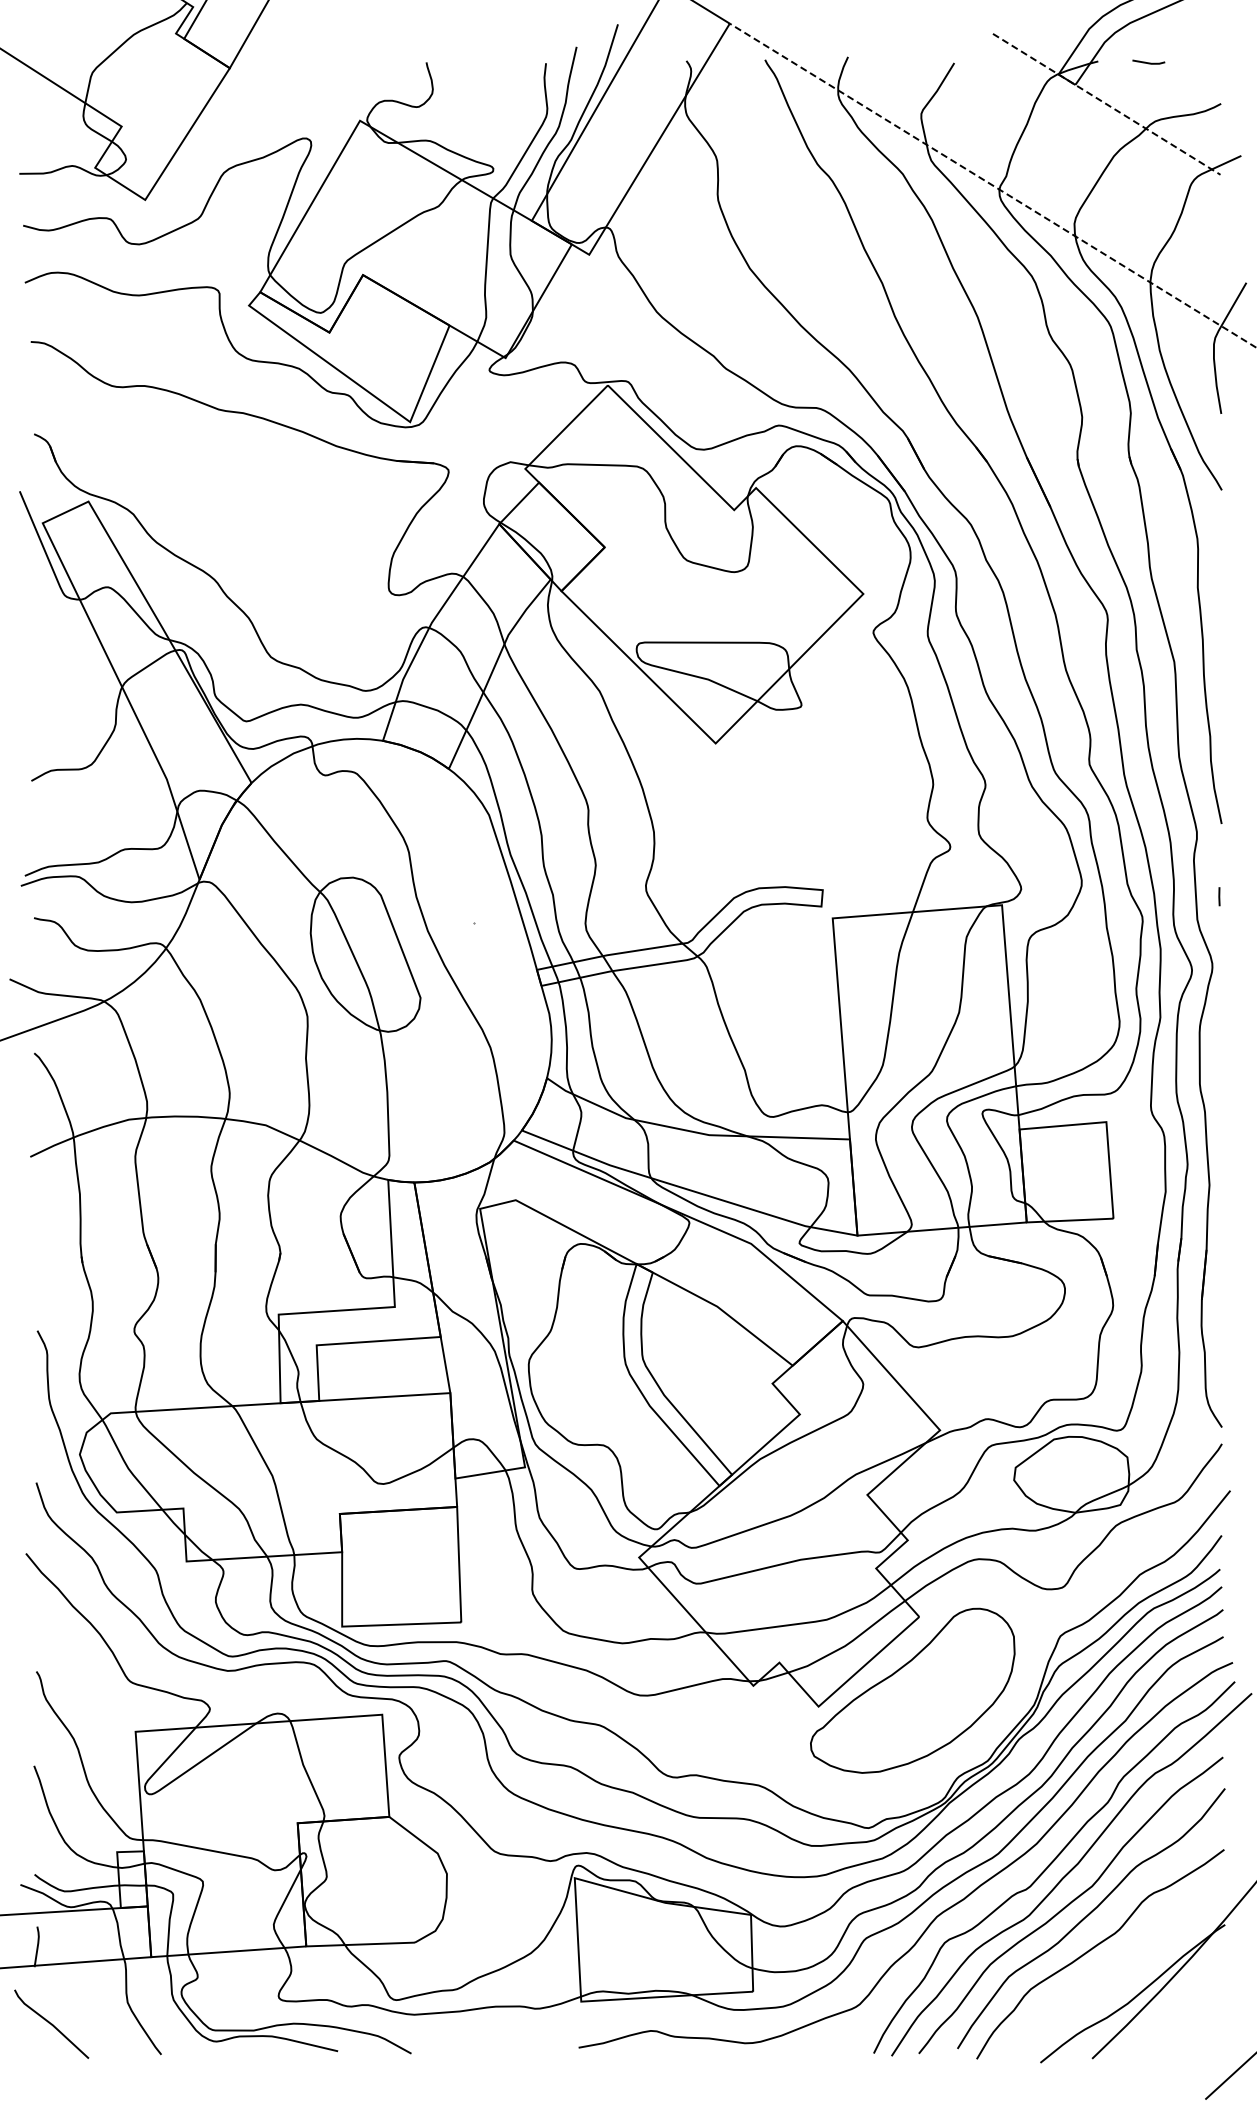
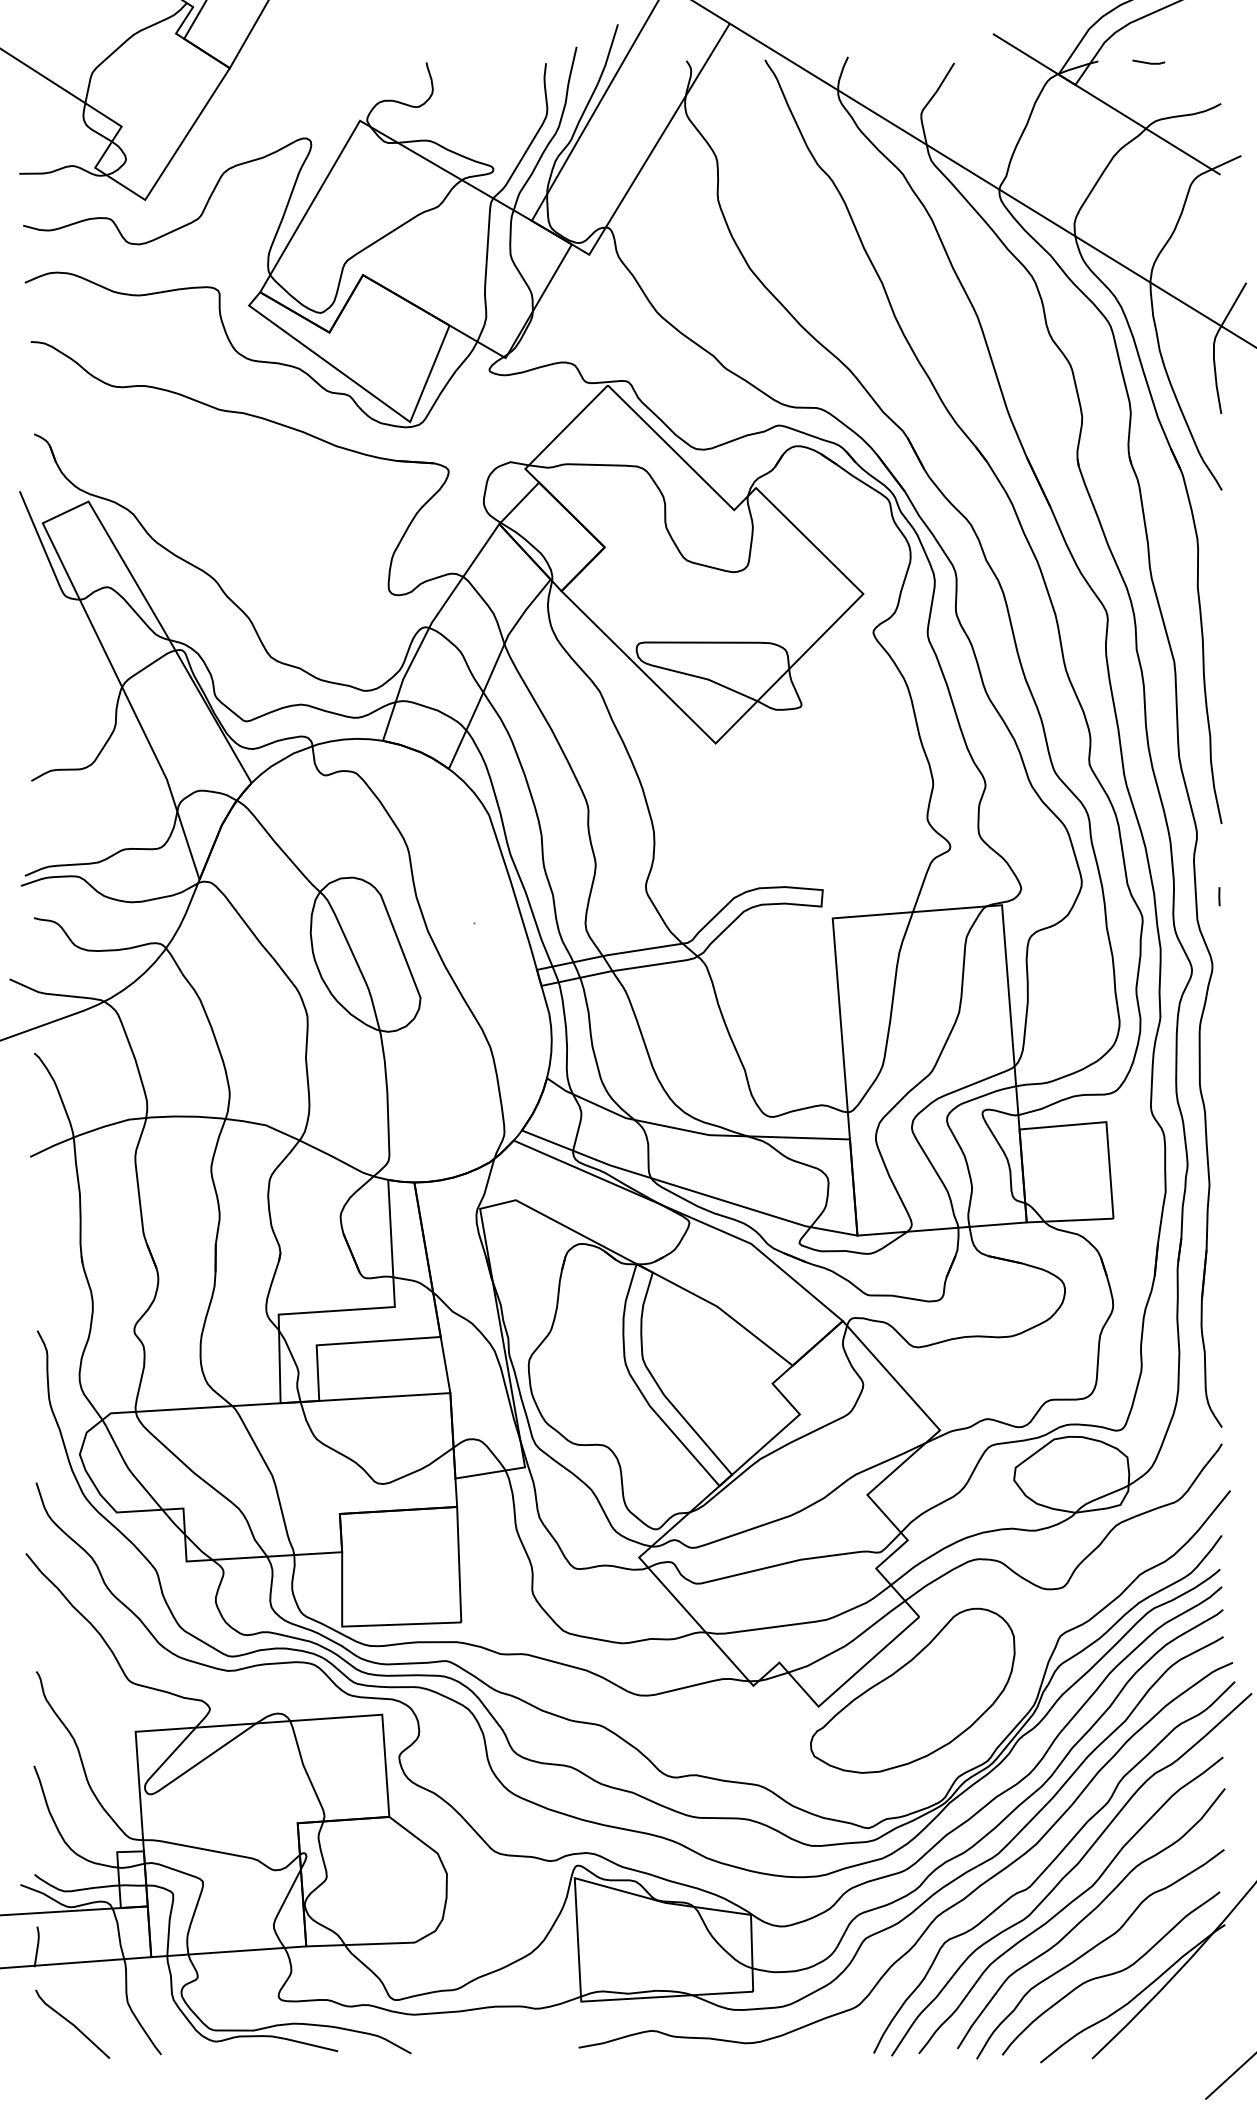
line at (1105, 103): dashed -> solid
line at (992, 185): dashed -> solid
curve at (1110, 1973): none -> present
line at (51, 2023) position: (51, 2023) -> (72, 2023)
